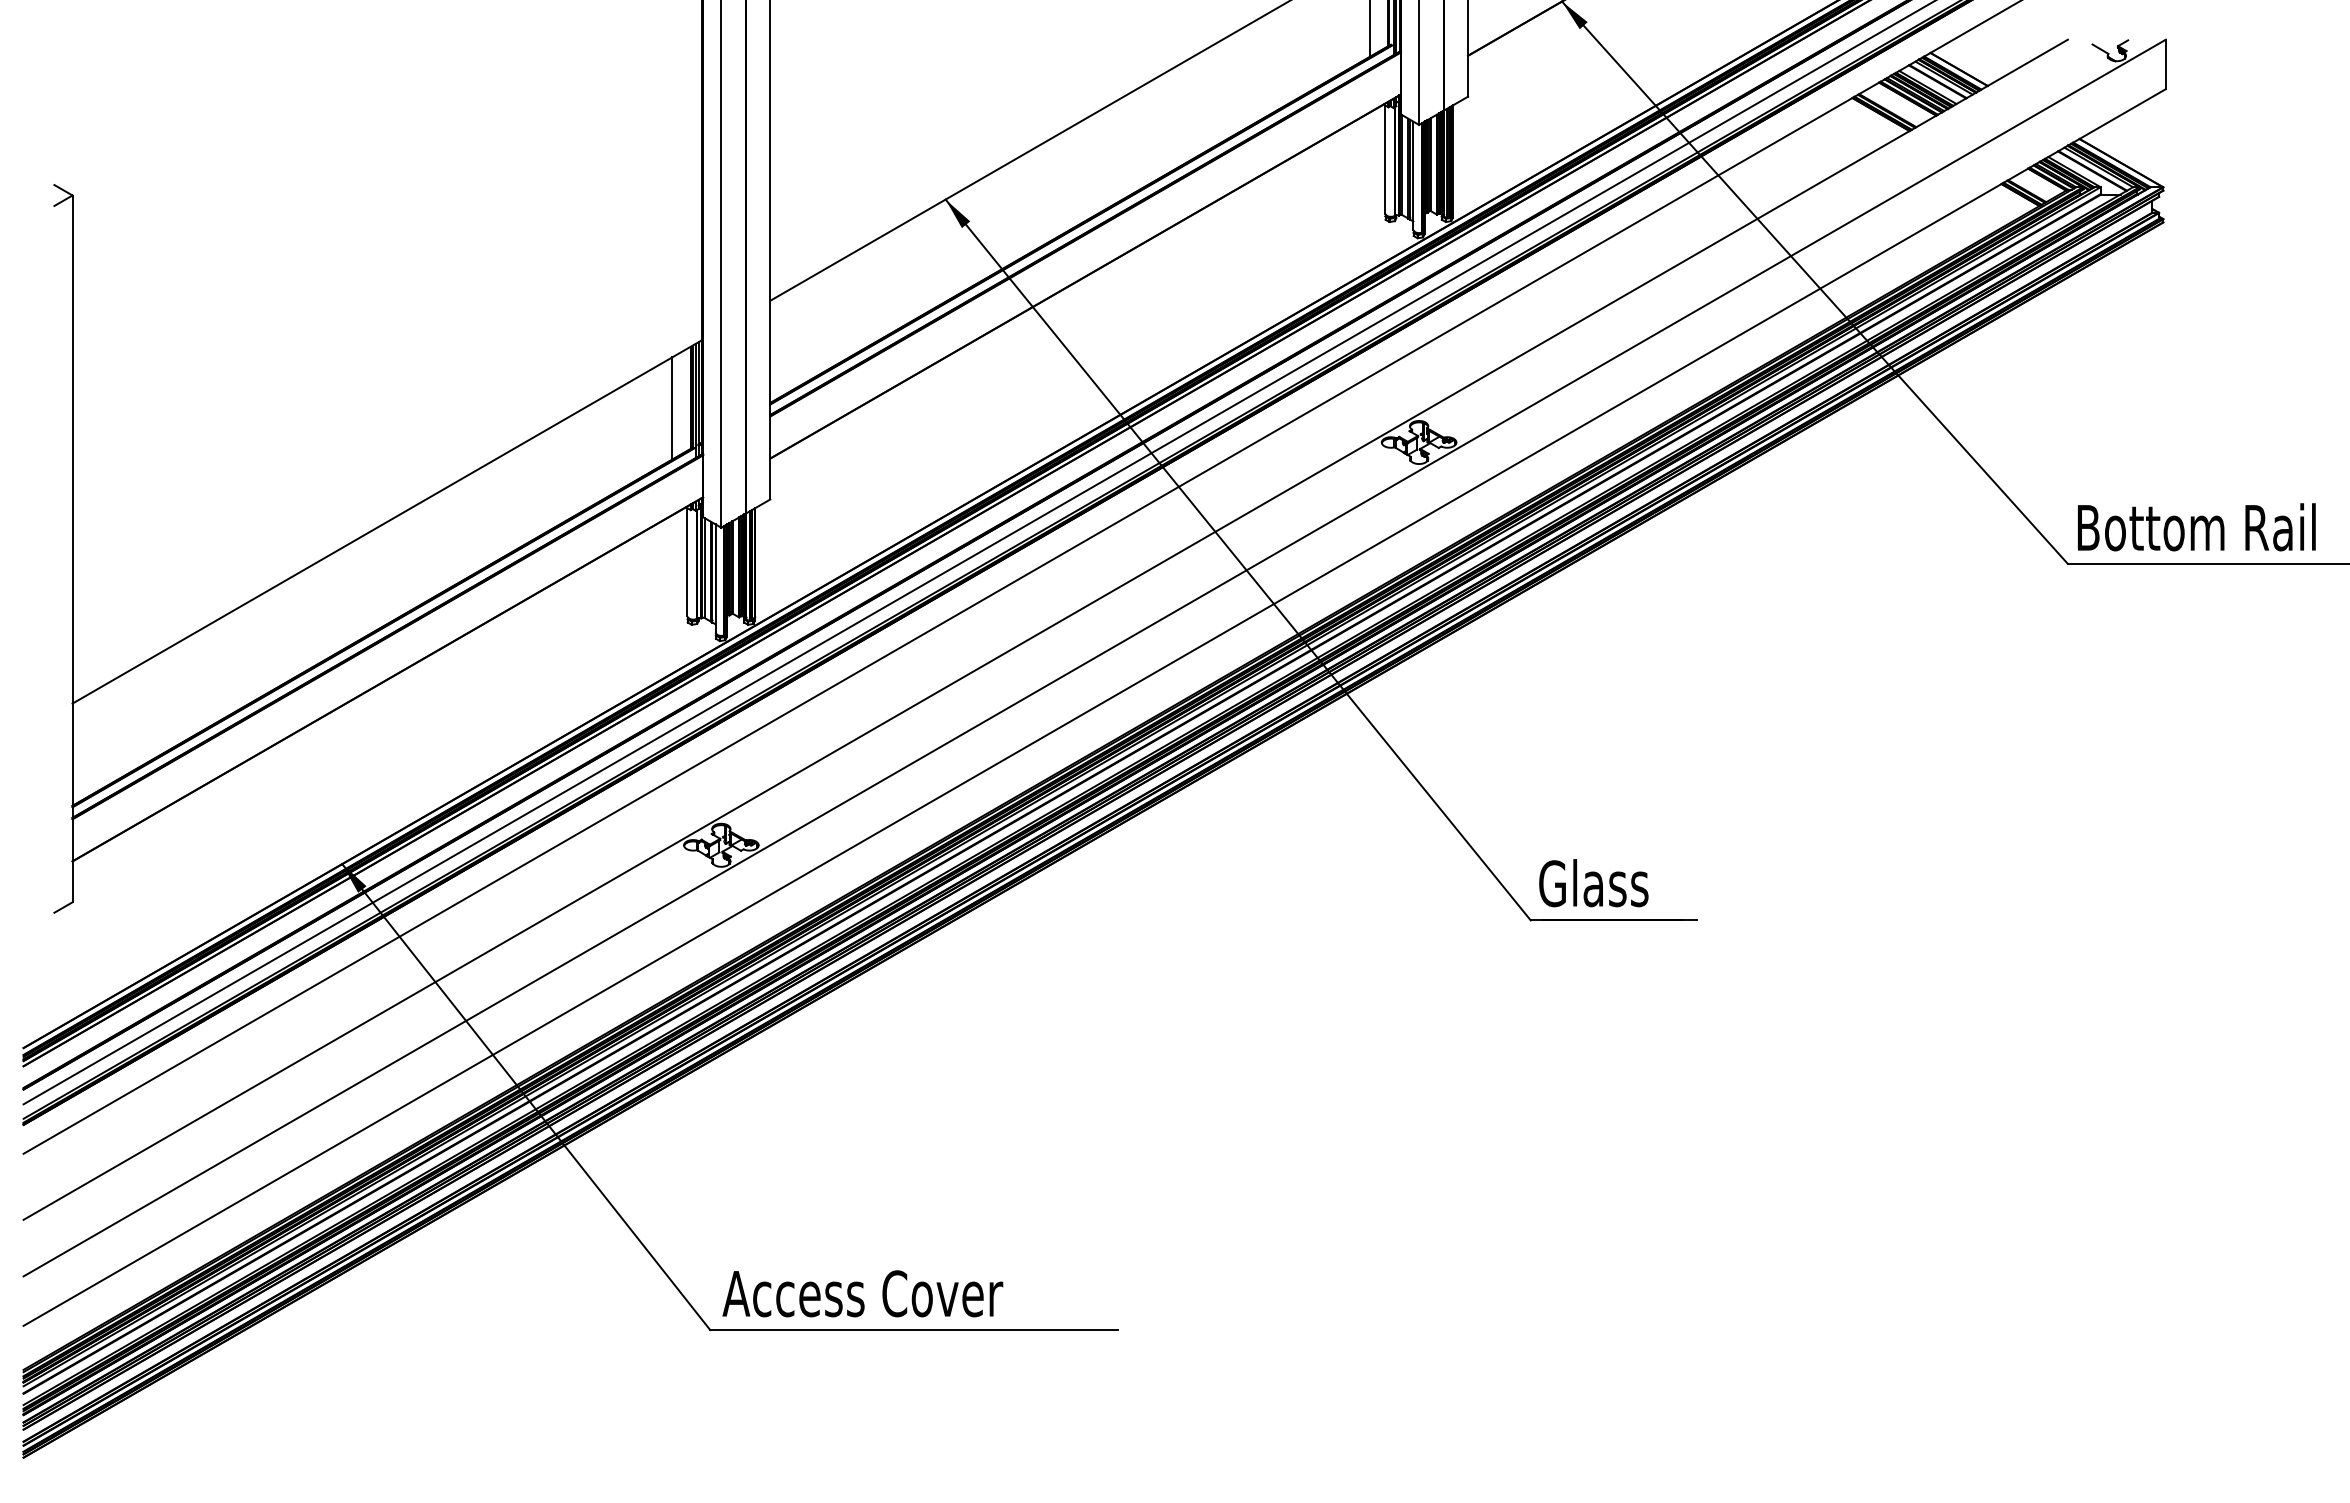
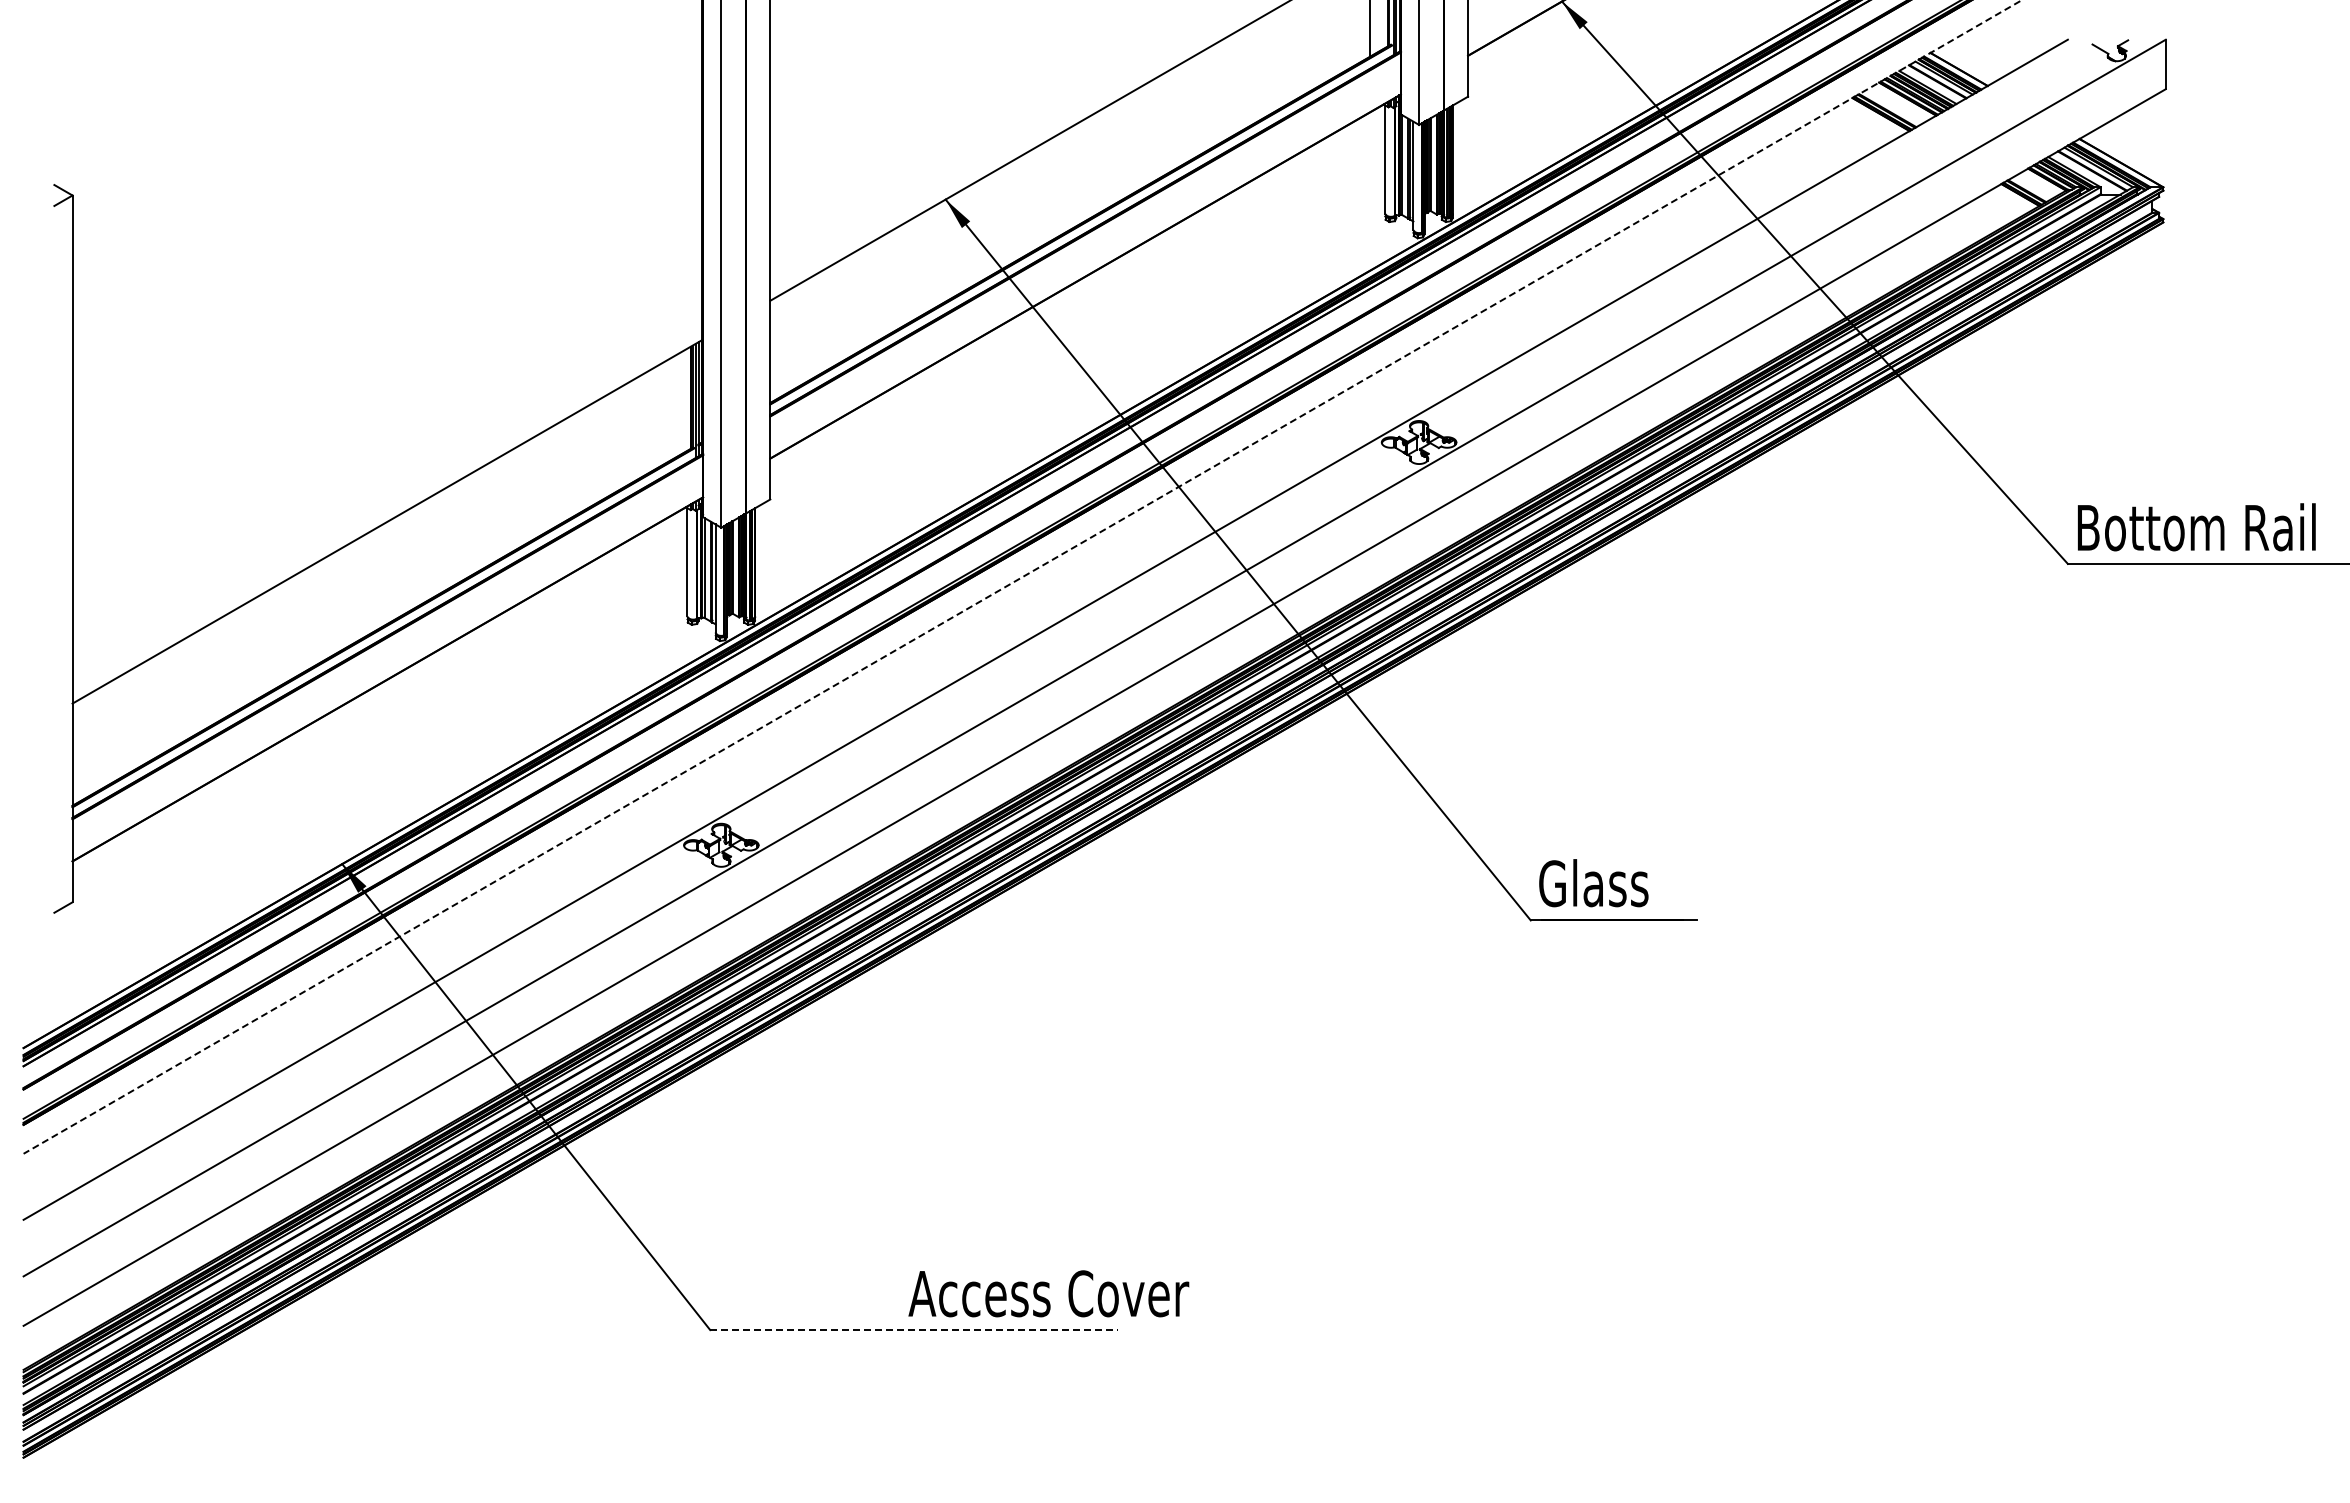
line at (672, 408): present -> none
line at (977, 553): present -> none
line at (1022, 576): solid -> dashed
text at (862, 1293) position: (862, 1293) -> (1048, 1293)
line at (914, 1330): solid -> dashed
